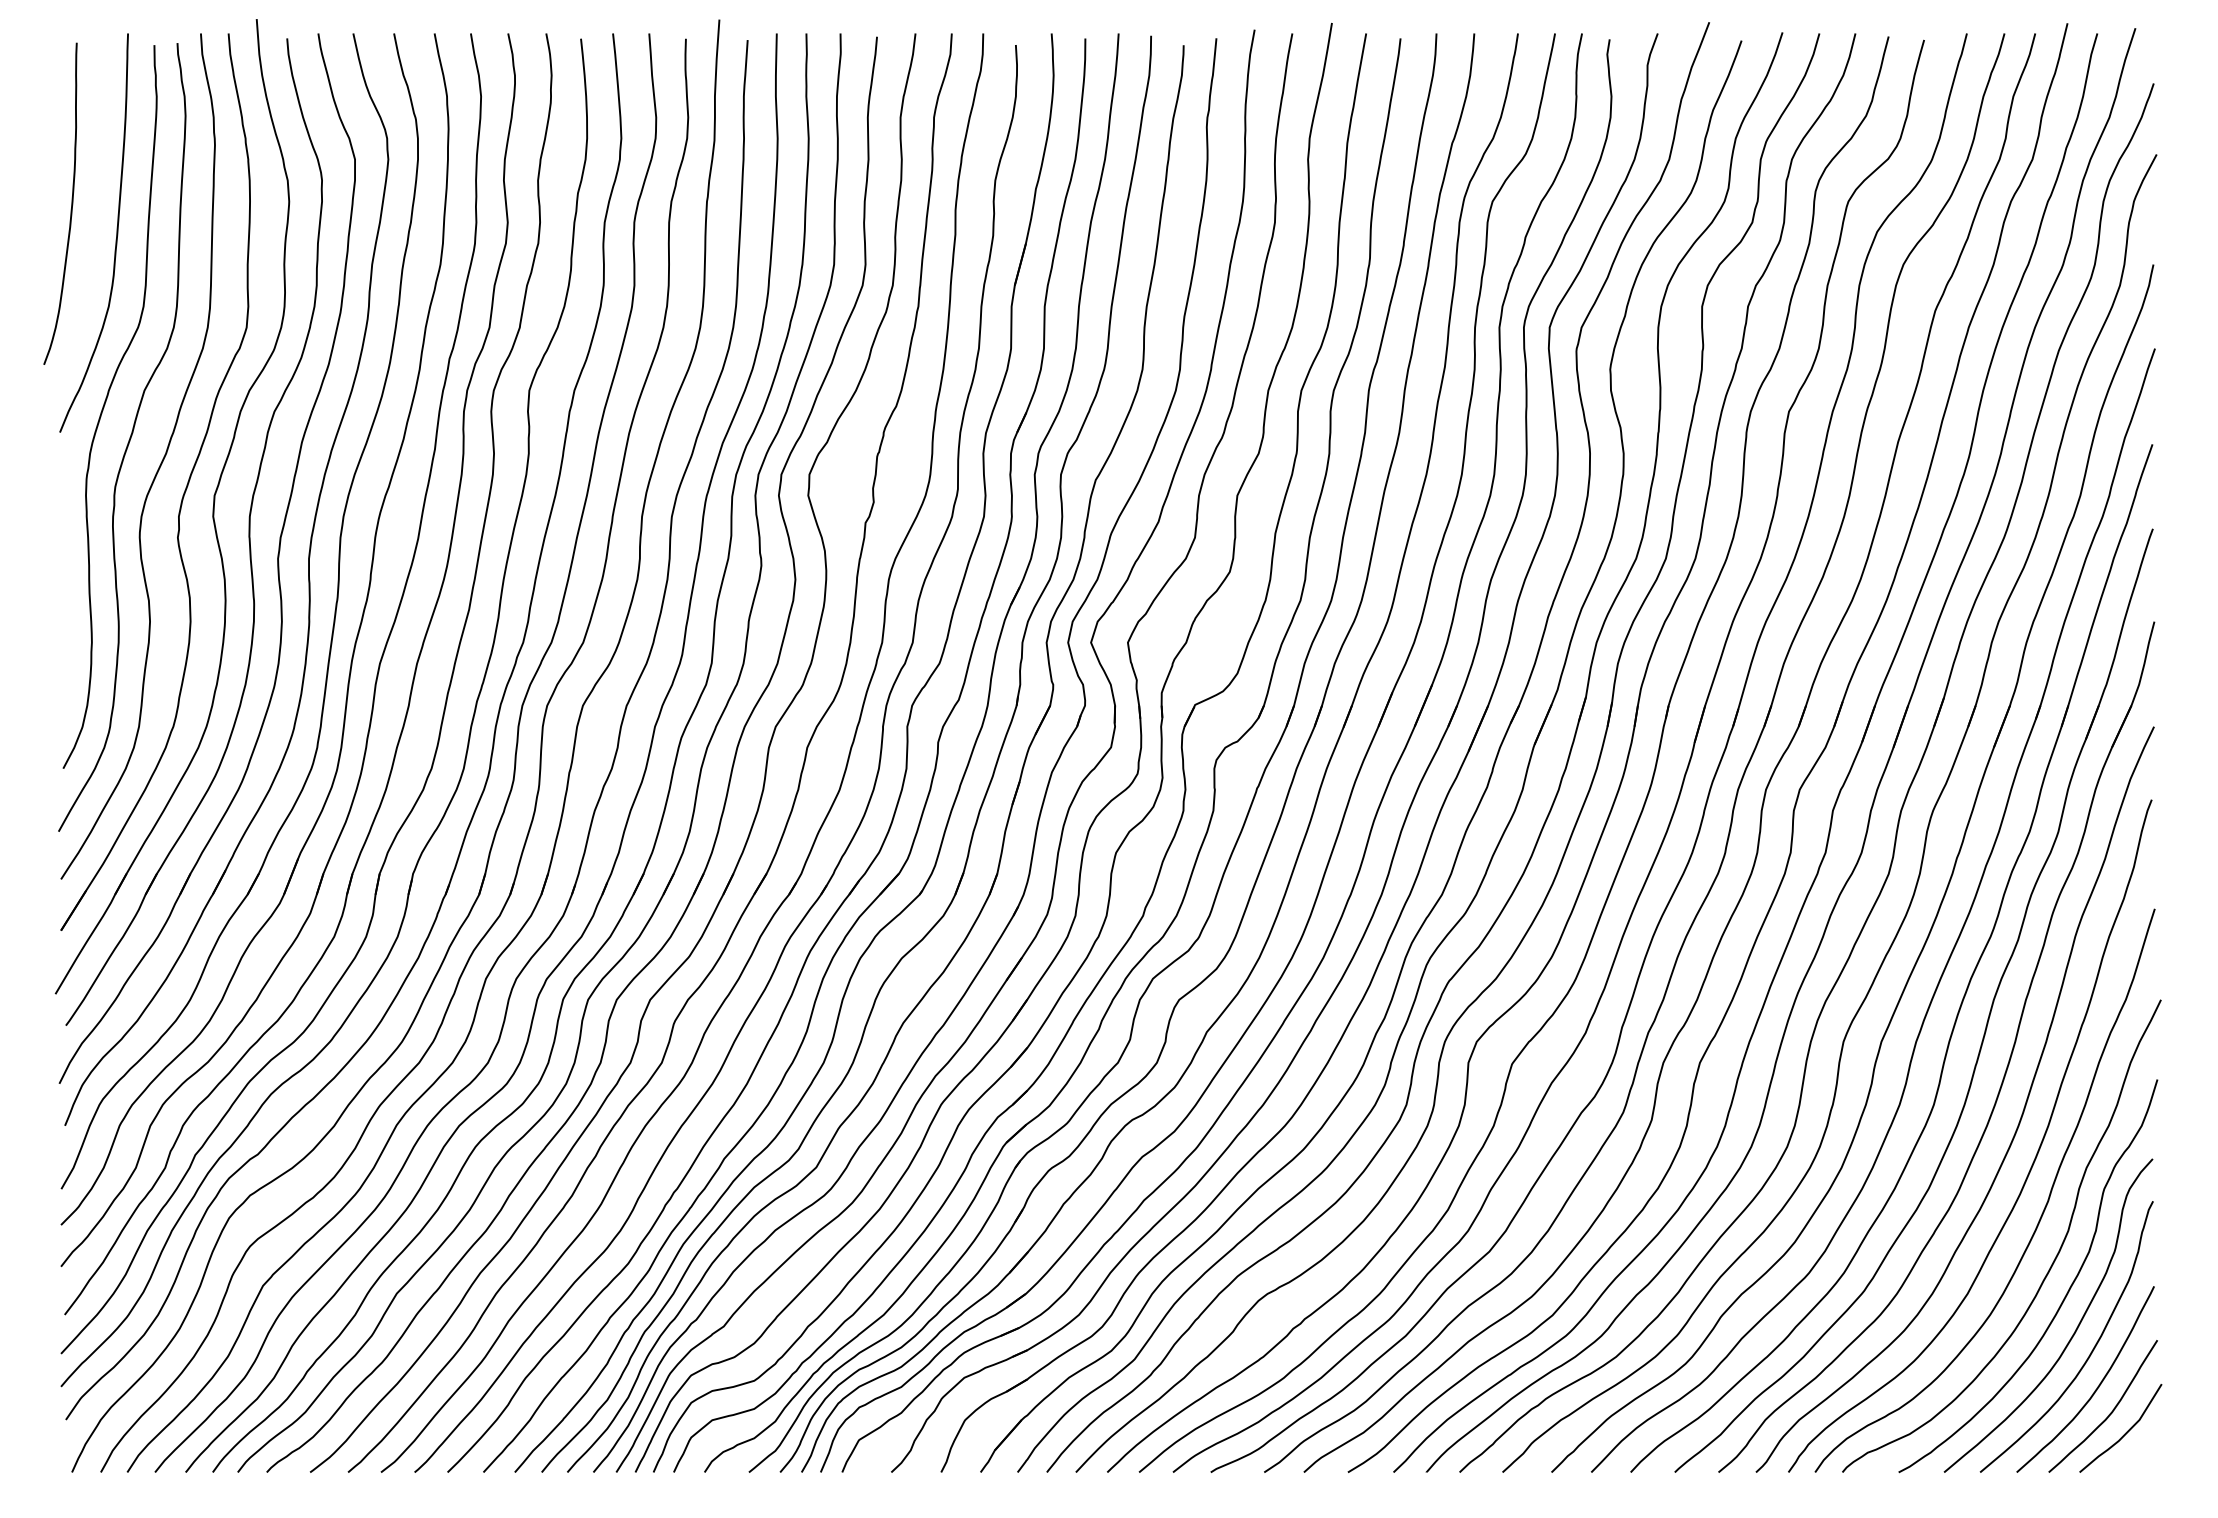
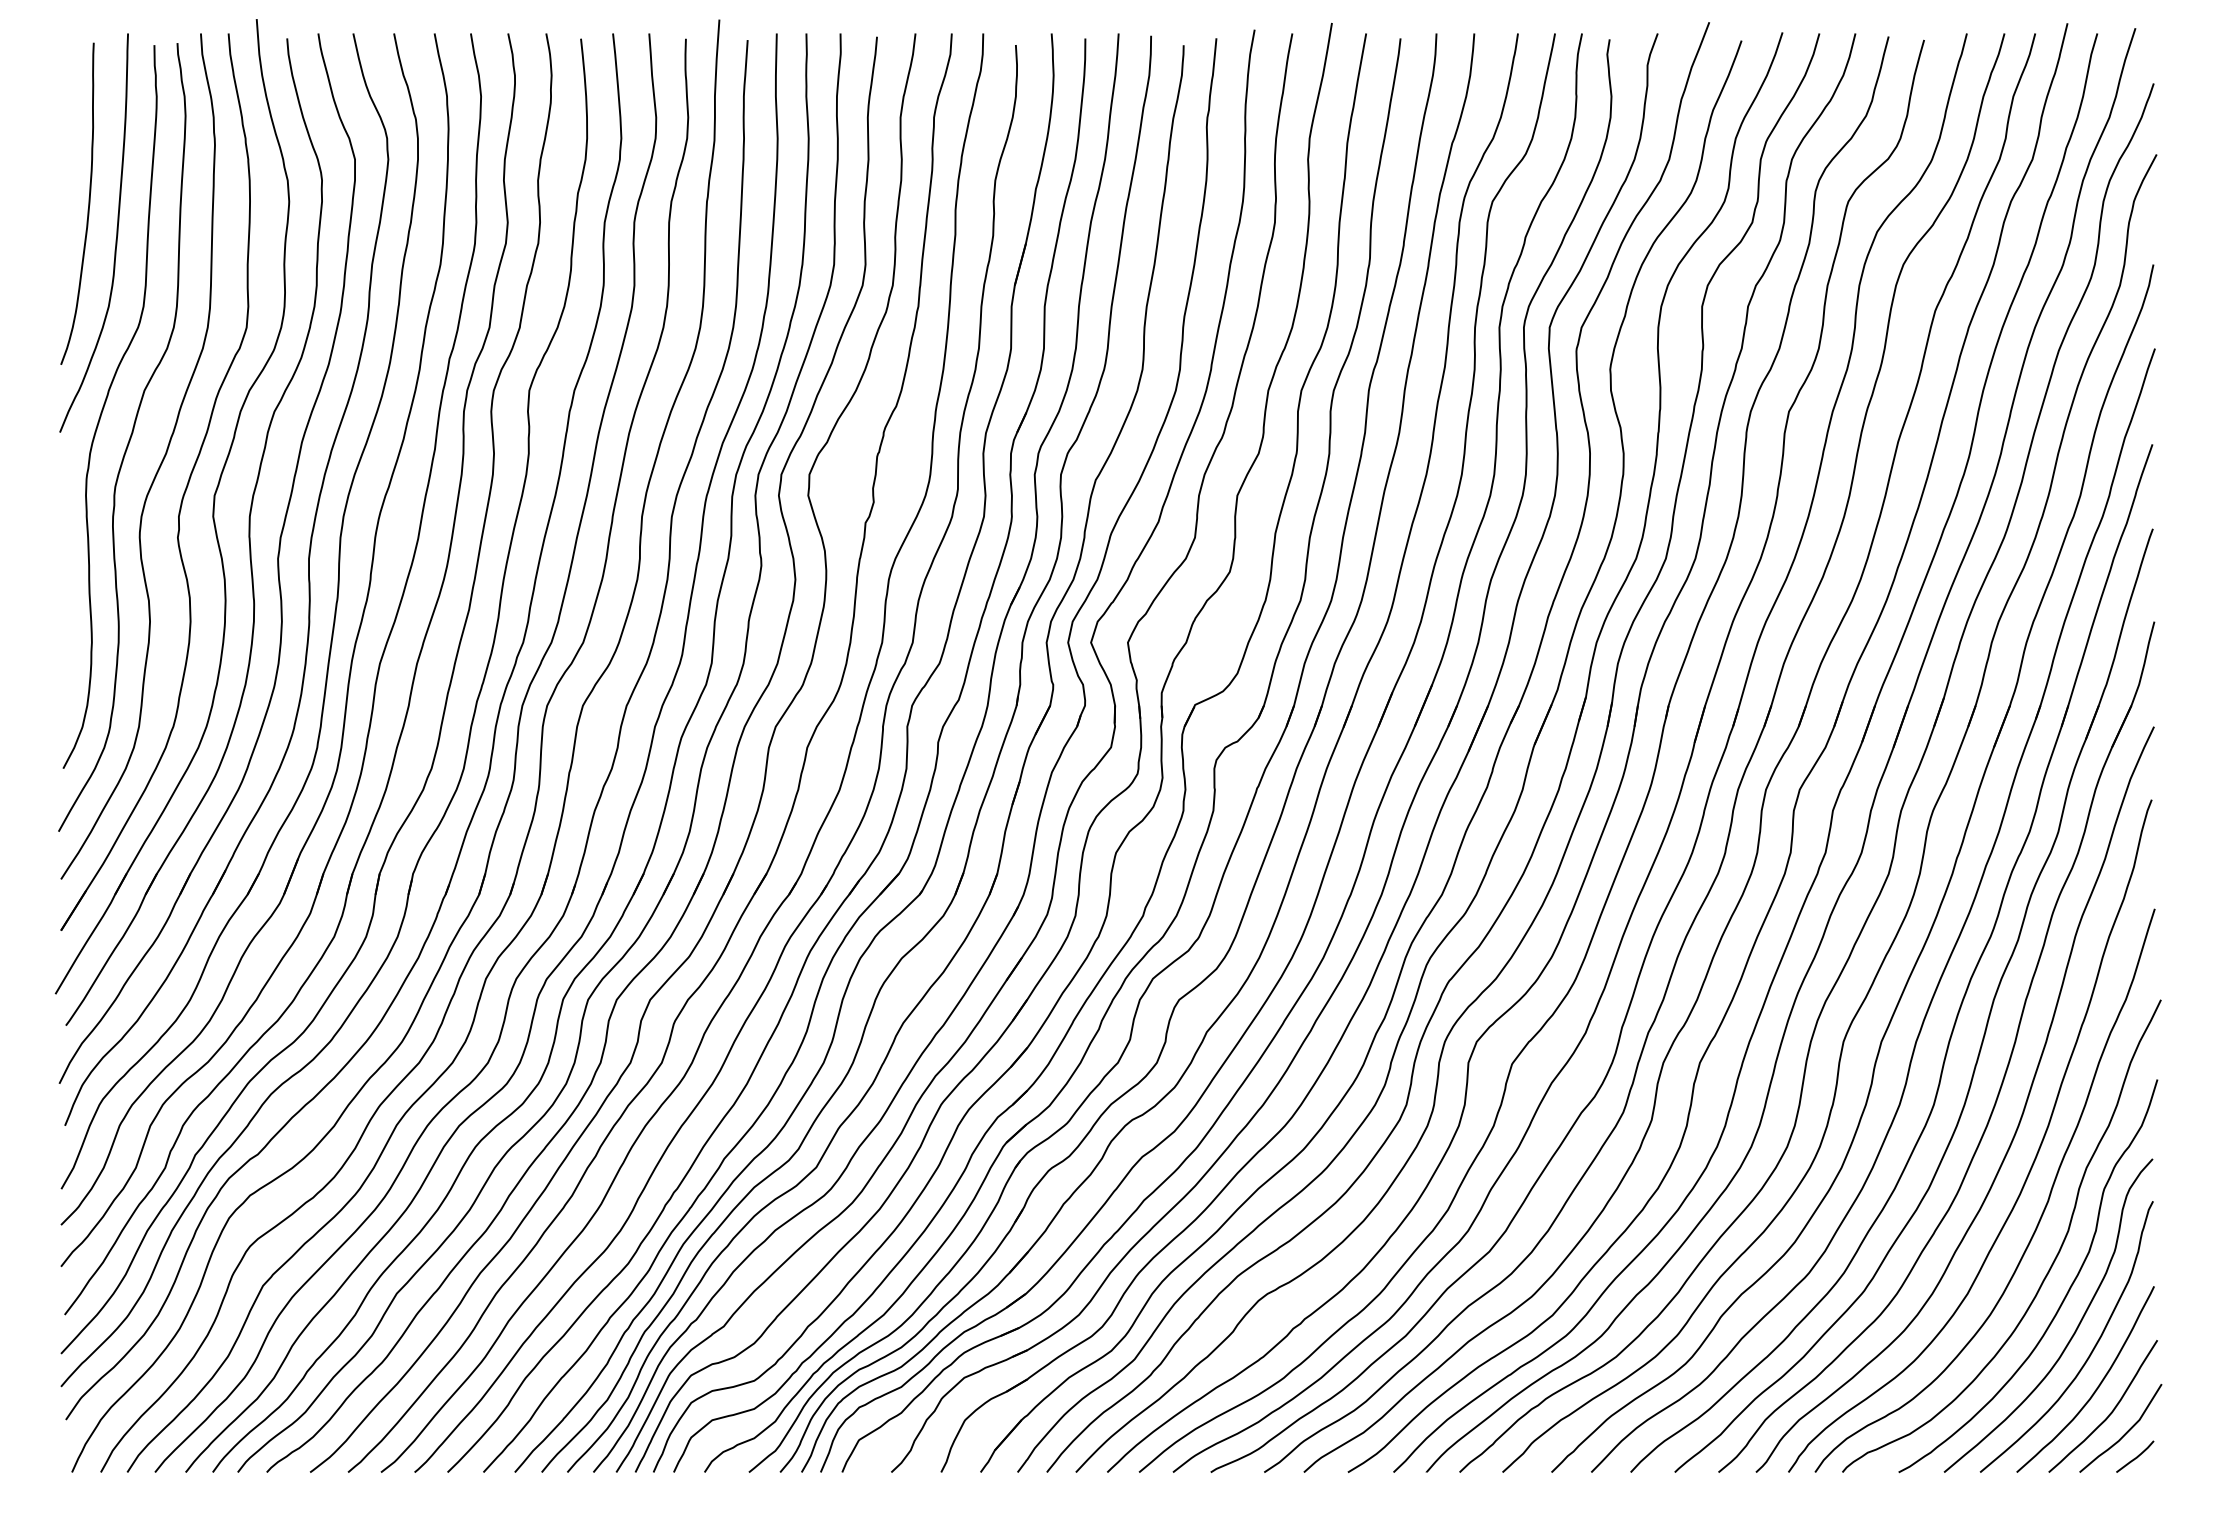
curve at (71, 203) position: (71, 203) -> (88, 203)
curve at (2136, 1456): none -> present
